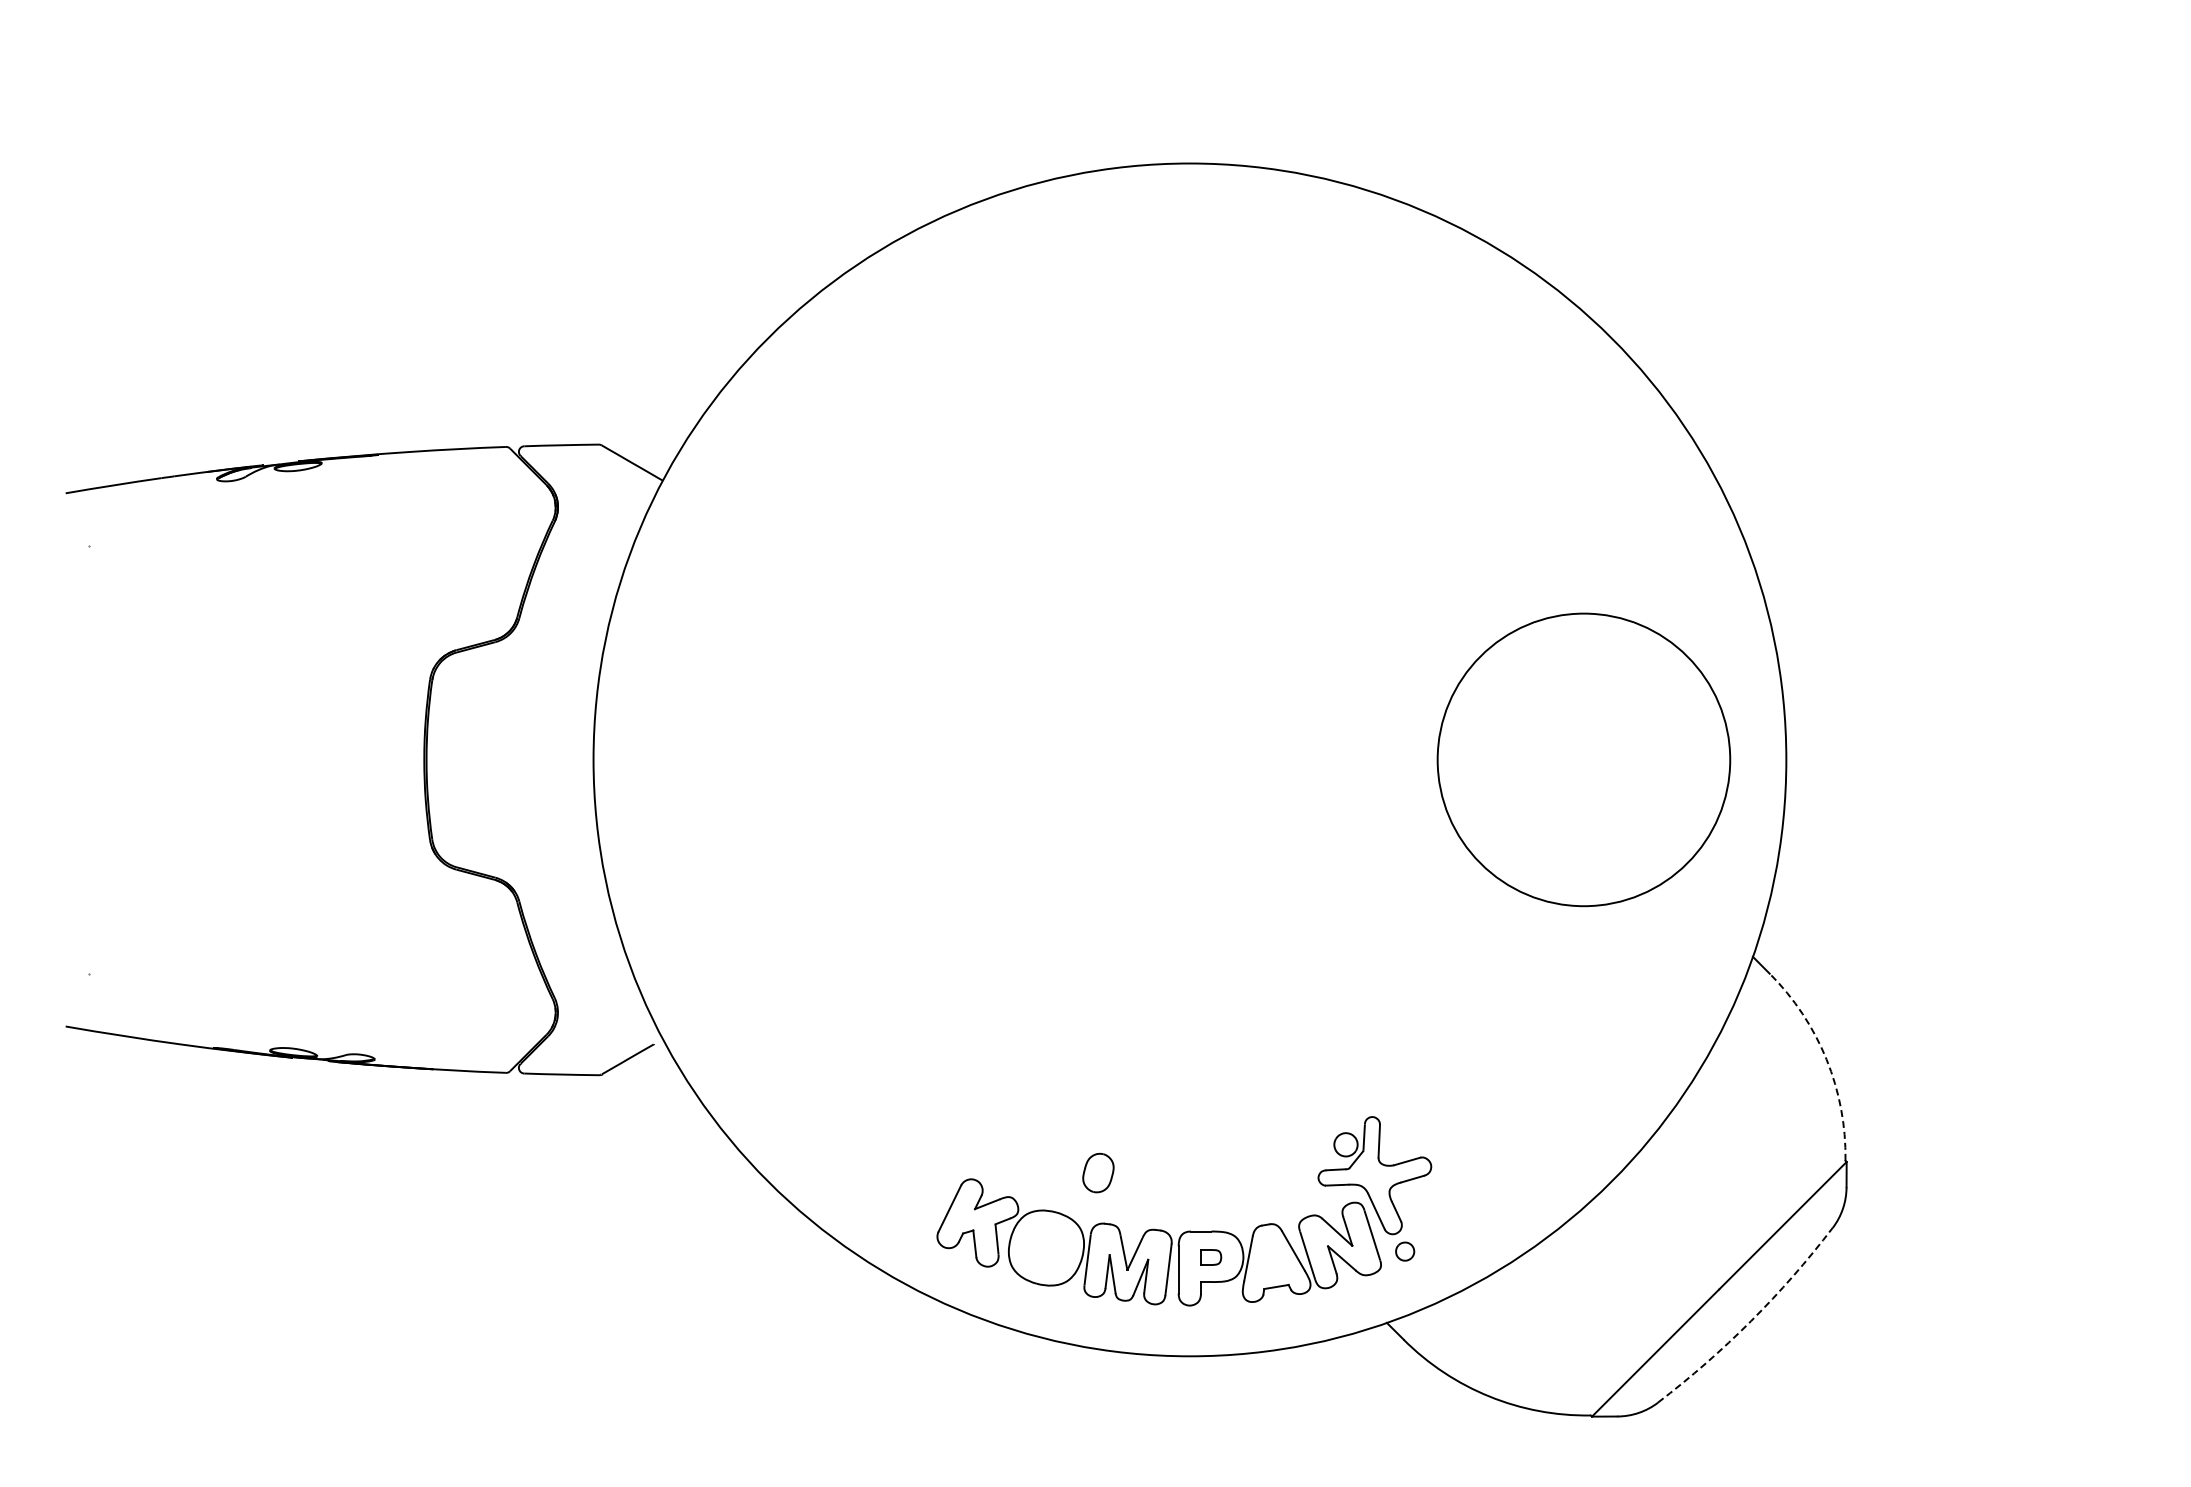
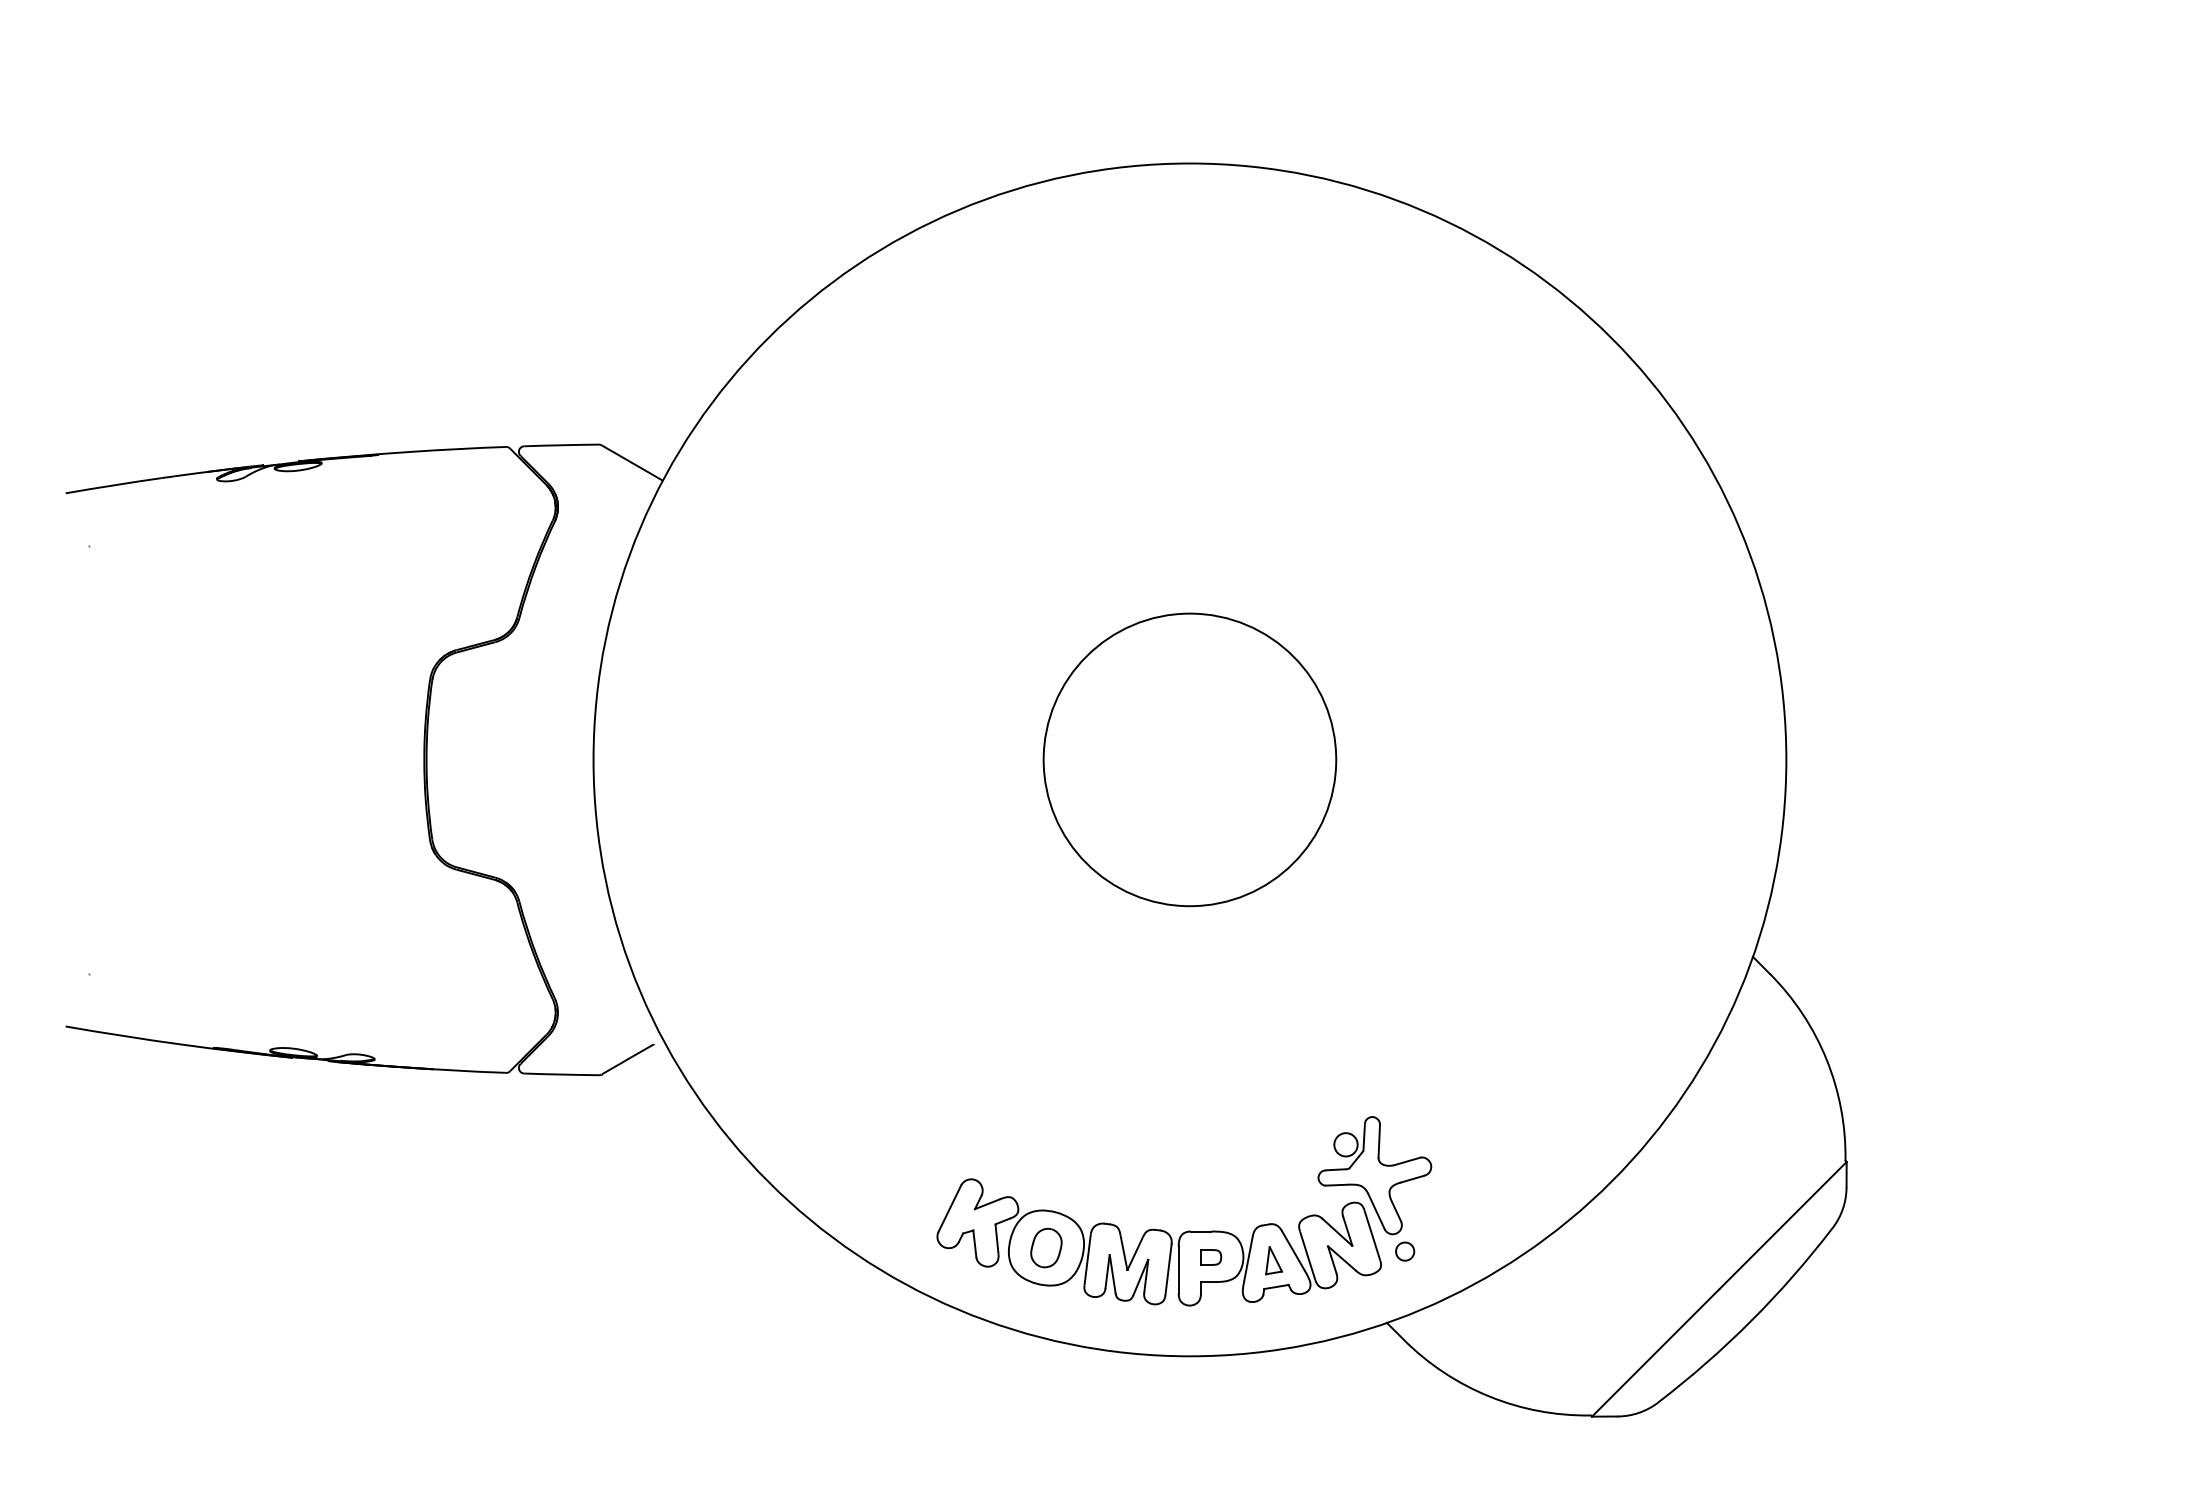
circle at (1583, 759) position: (1583, 759) -> (1189, 759)
arc at (1826, 1059): dashed -> solid
part at (1098, 1172) position: (1098, 1172) -> (1046, 1247)
part at (1273, 1260): none -> present
arc at (1751, 1321): dashed -> solid
